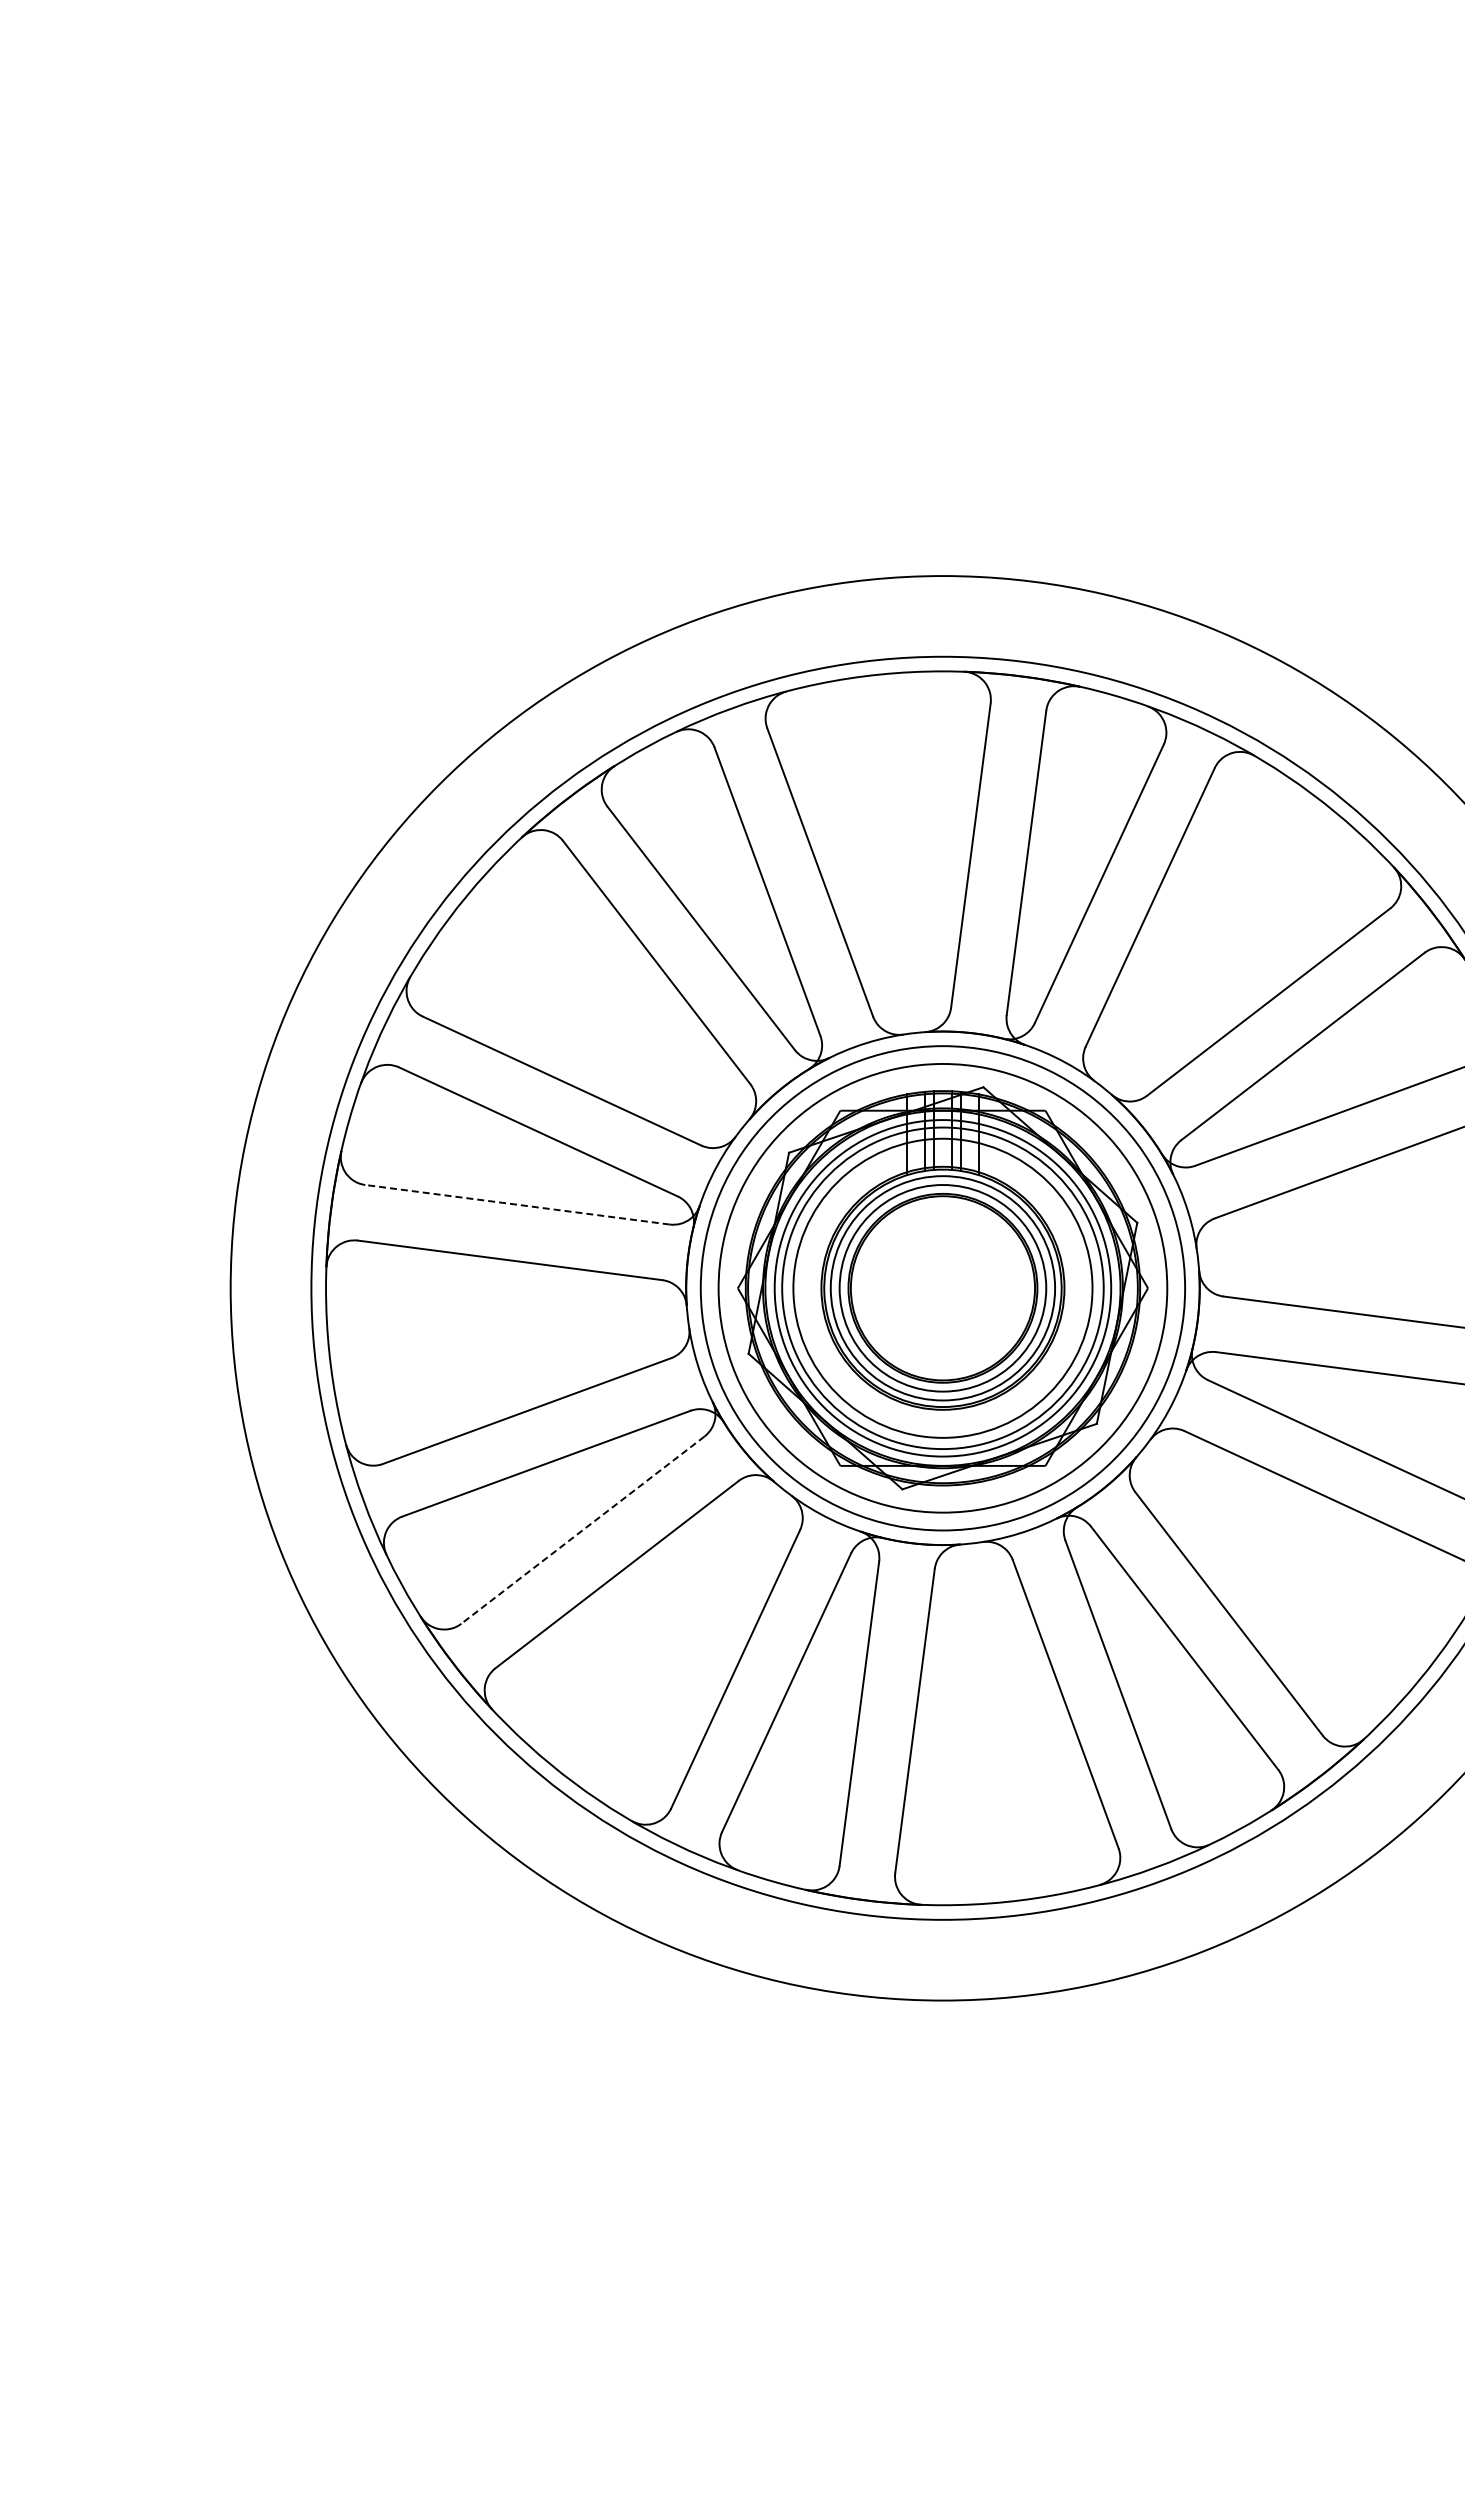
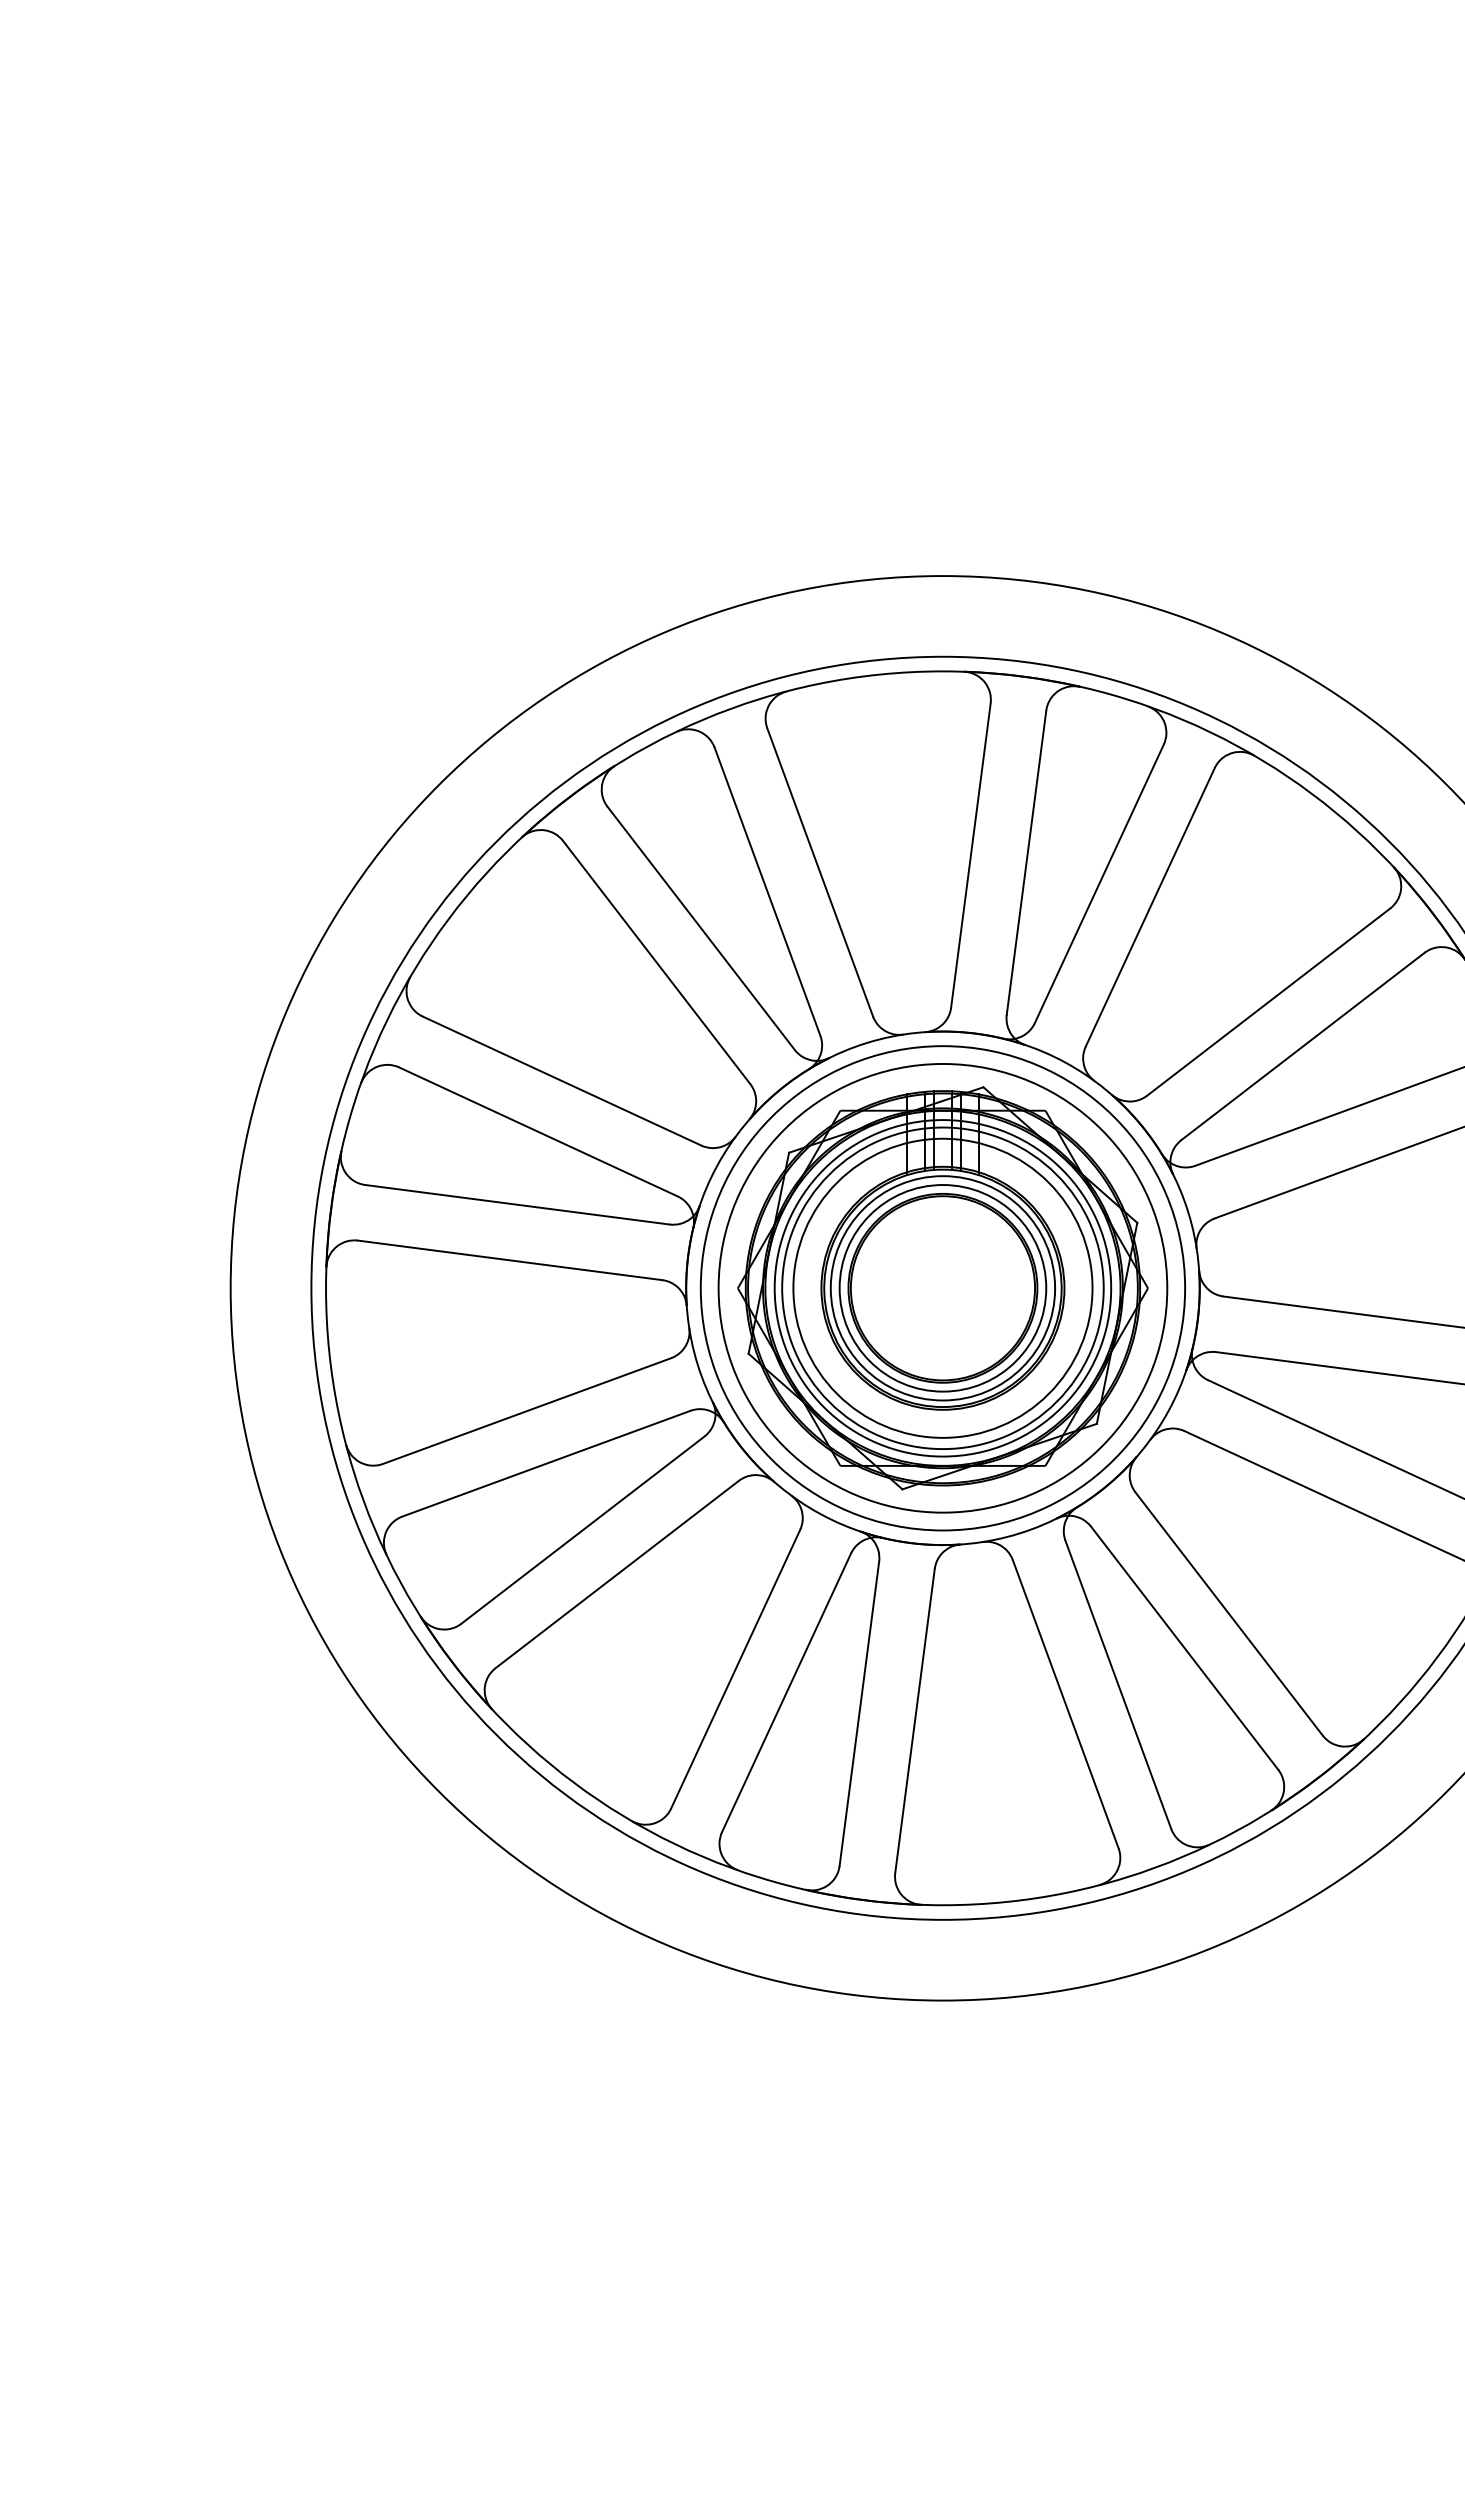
line at (516, 1204): dashed -> solid
line at (582, 1530): dashed -> solid
